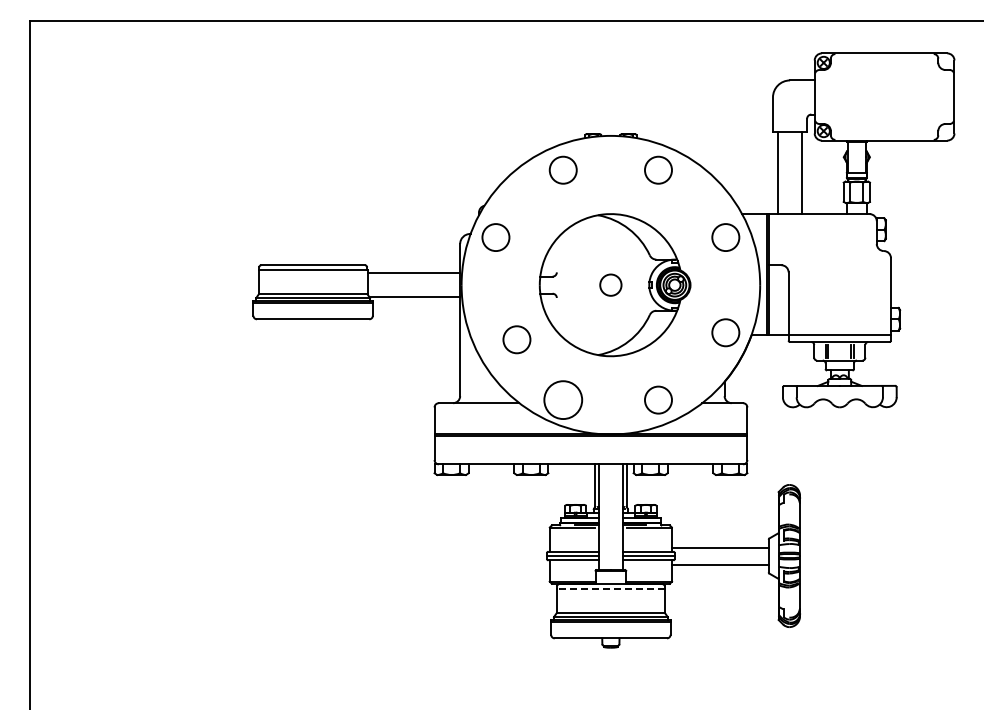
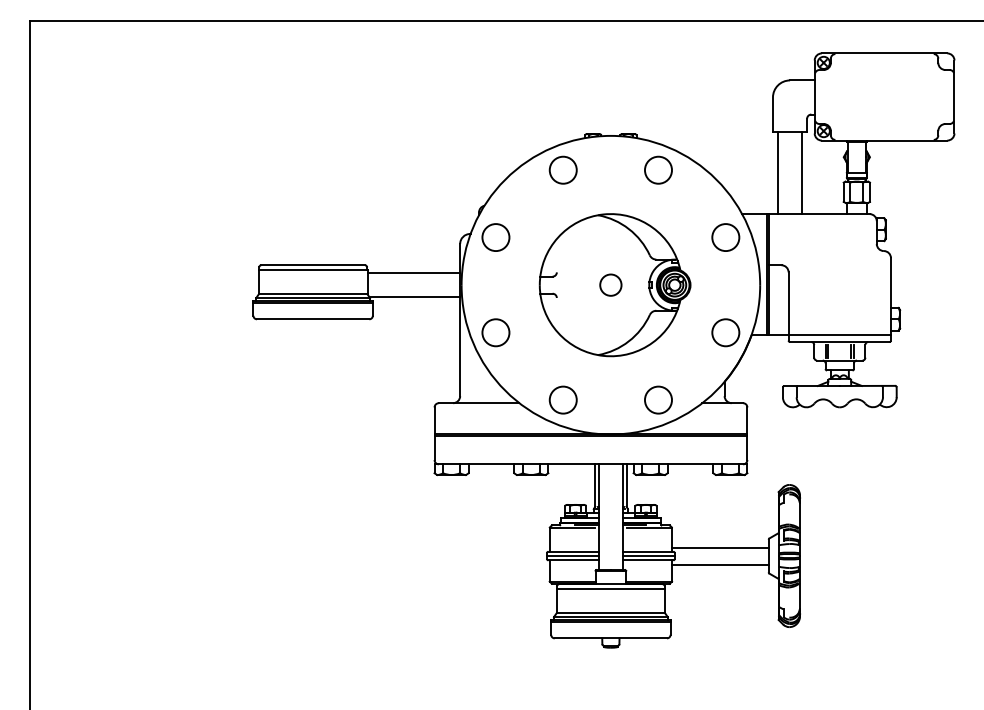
circle at (516, 339) position: (516, 339) -> (495, 332)
circle at (563, 400) diameter: 38 px -> 27 px
line at (610, 588): dashed -> solid
